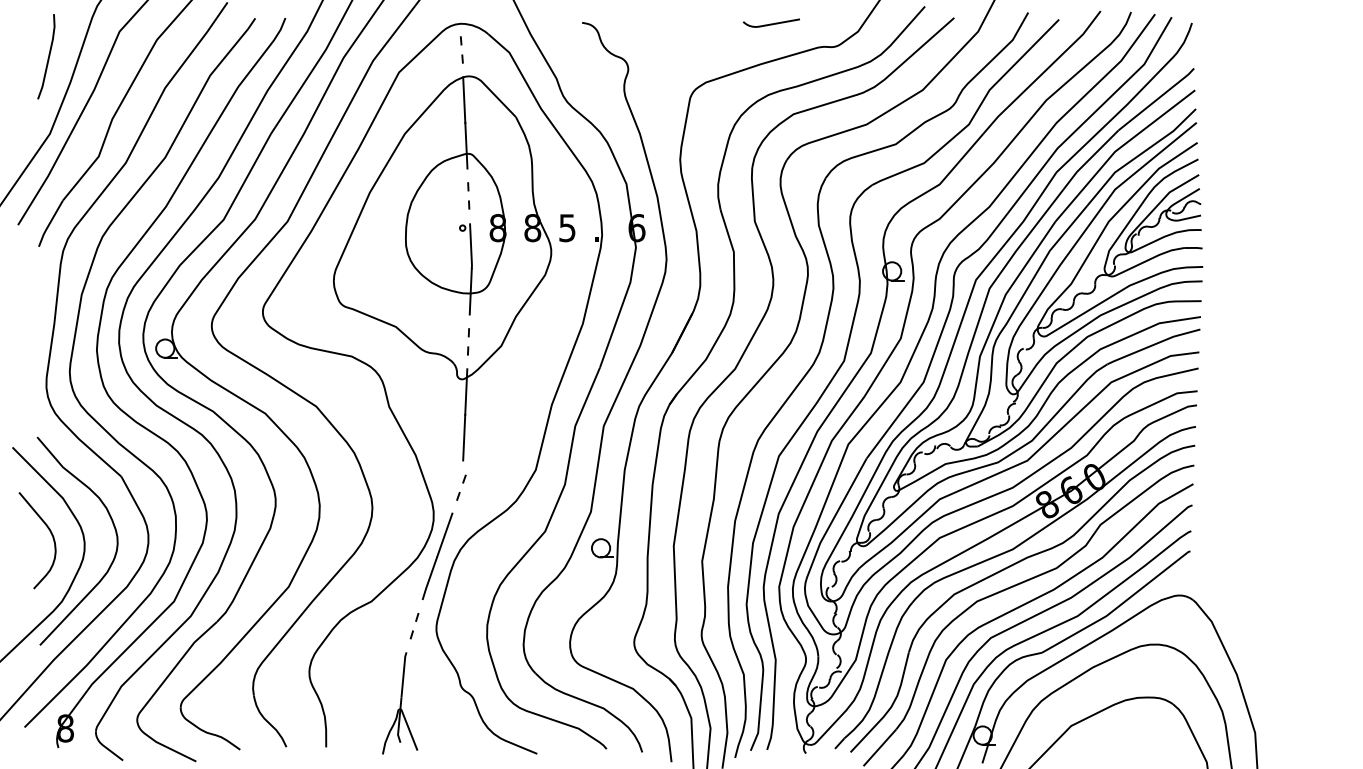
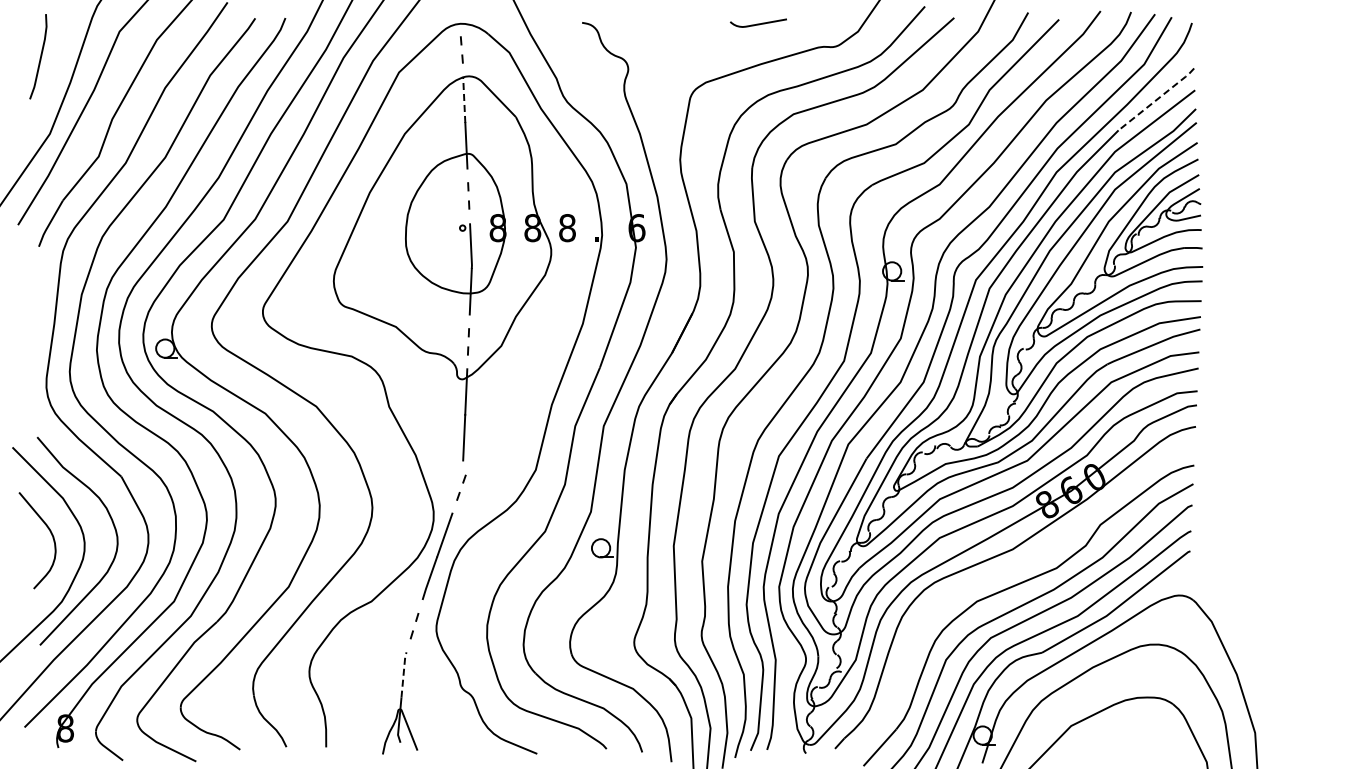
curve at (771, 23) position: (771, 23) -> (758, 23)
curve at (48, 56) position: (48, 56) -> (40, 56)
line at (1157, 99): solid -> dashed
line at (464, 100): solid -> dashed
text at (567, 228): 5 -> 8
part at (1008, 568): present -> none
line at (403, 674): solid -> dashed
